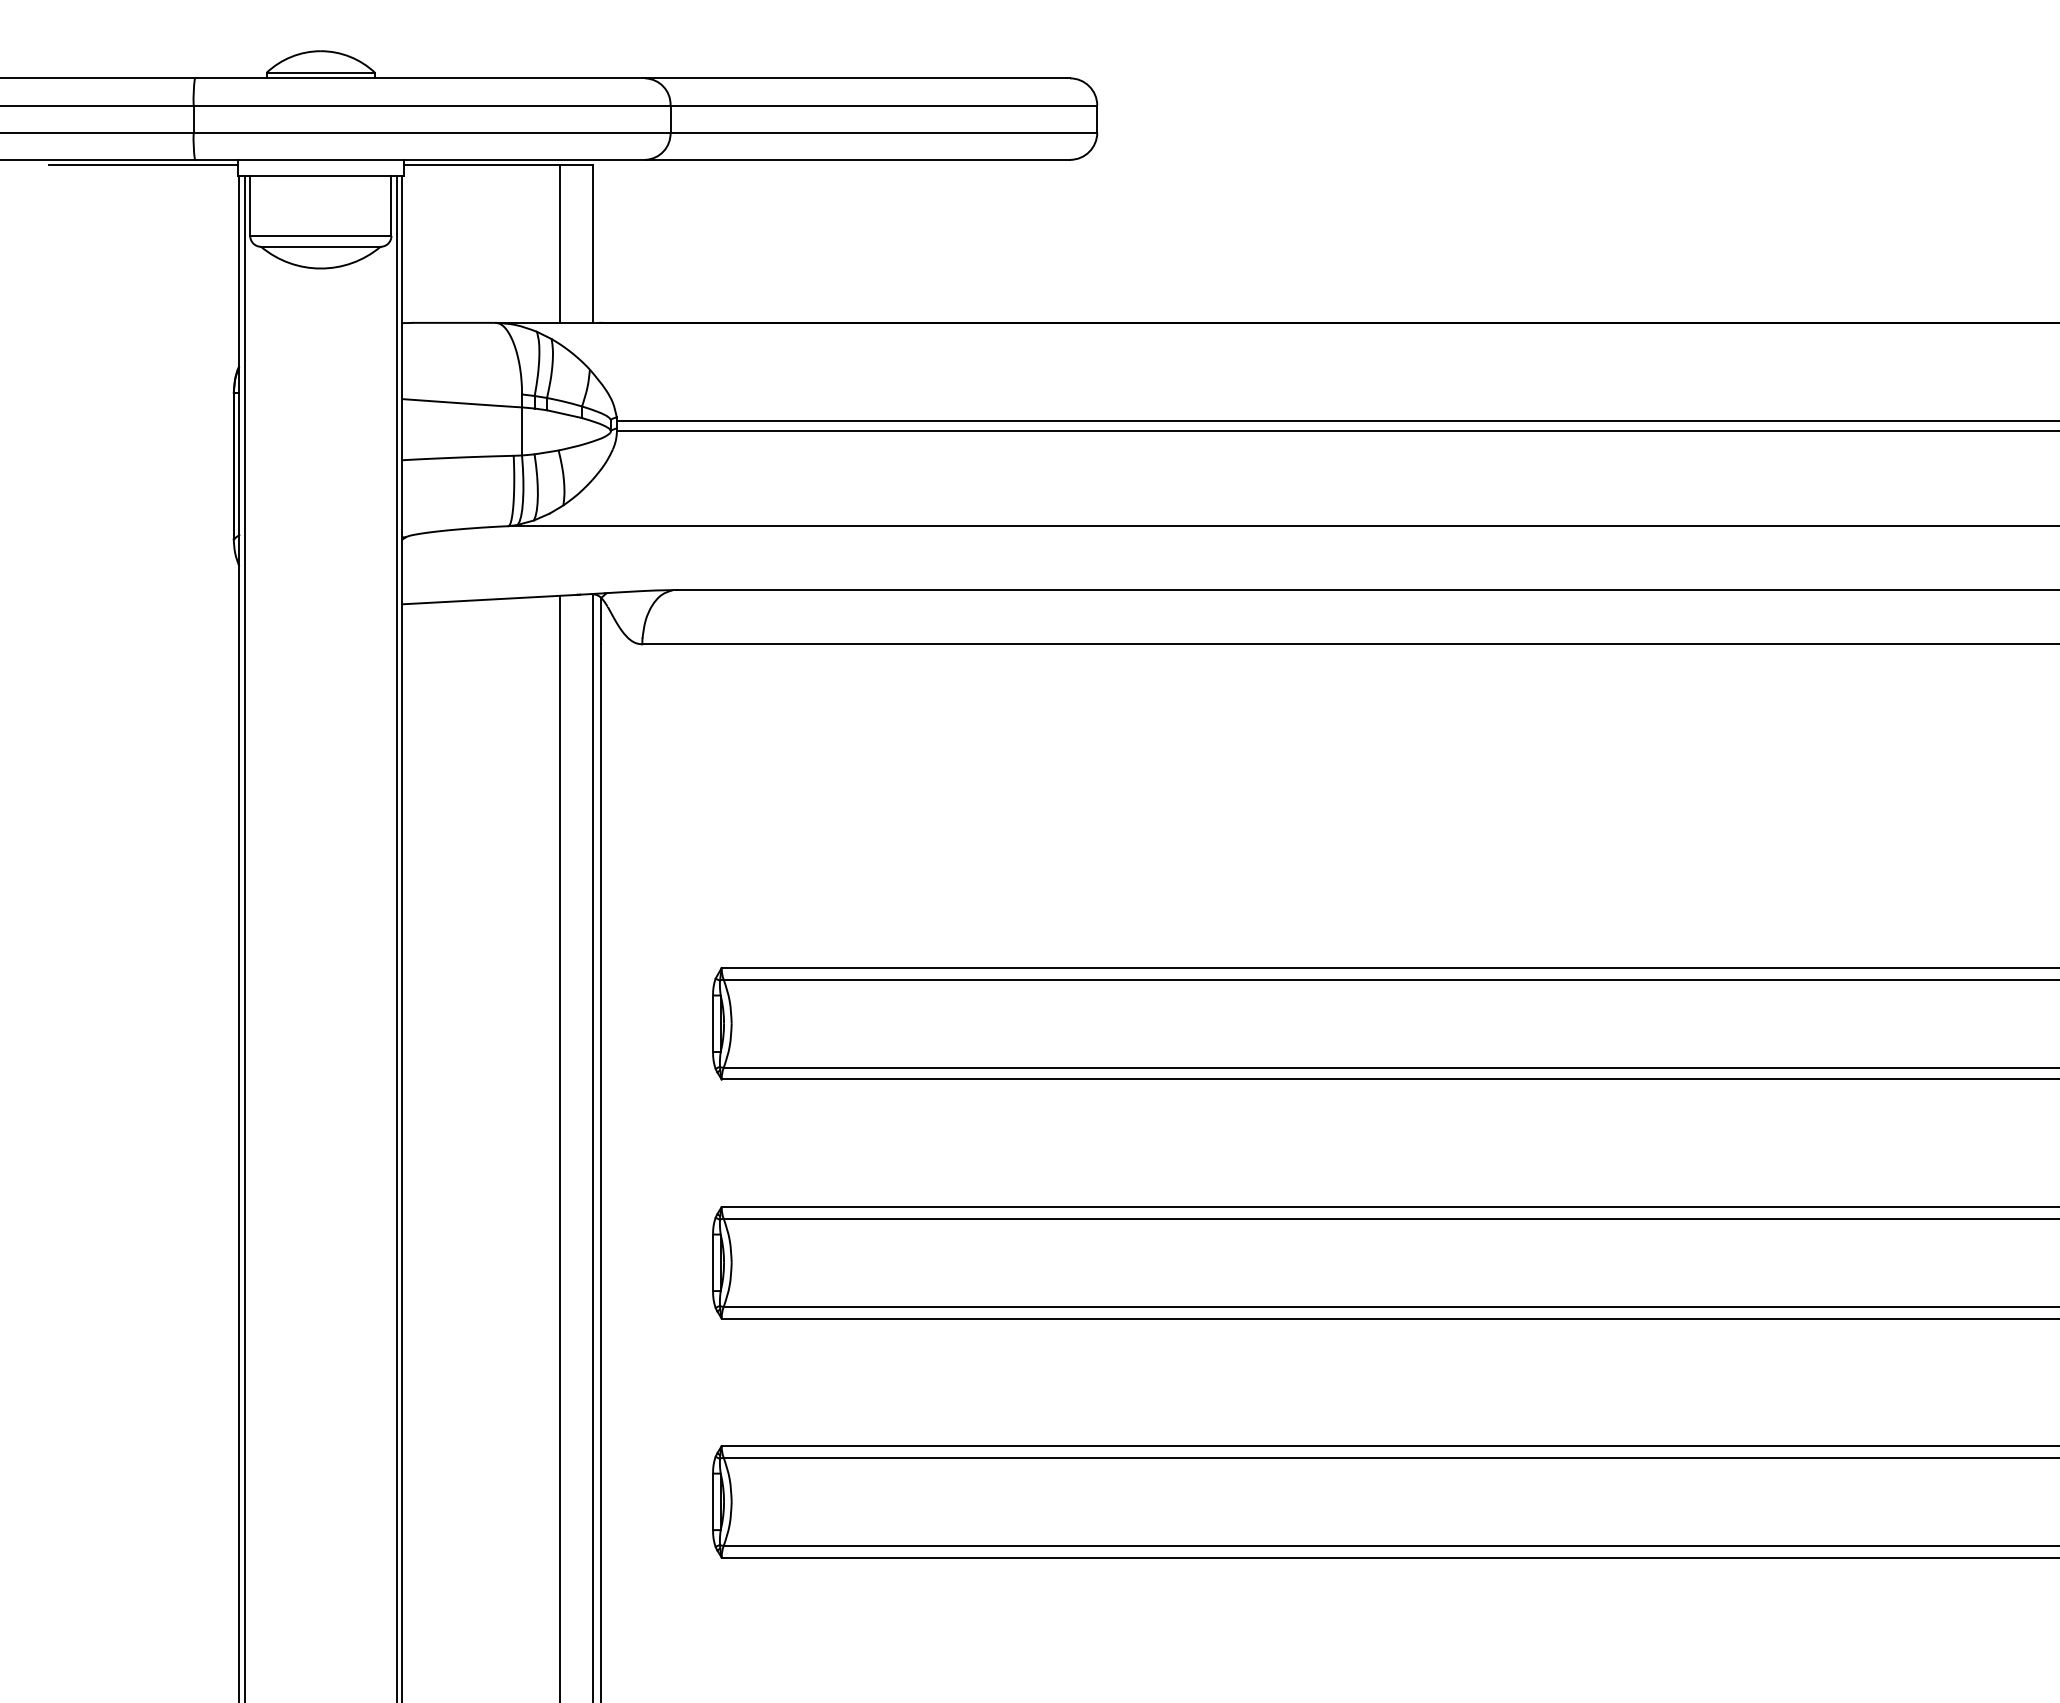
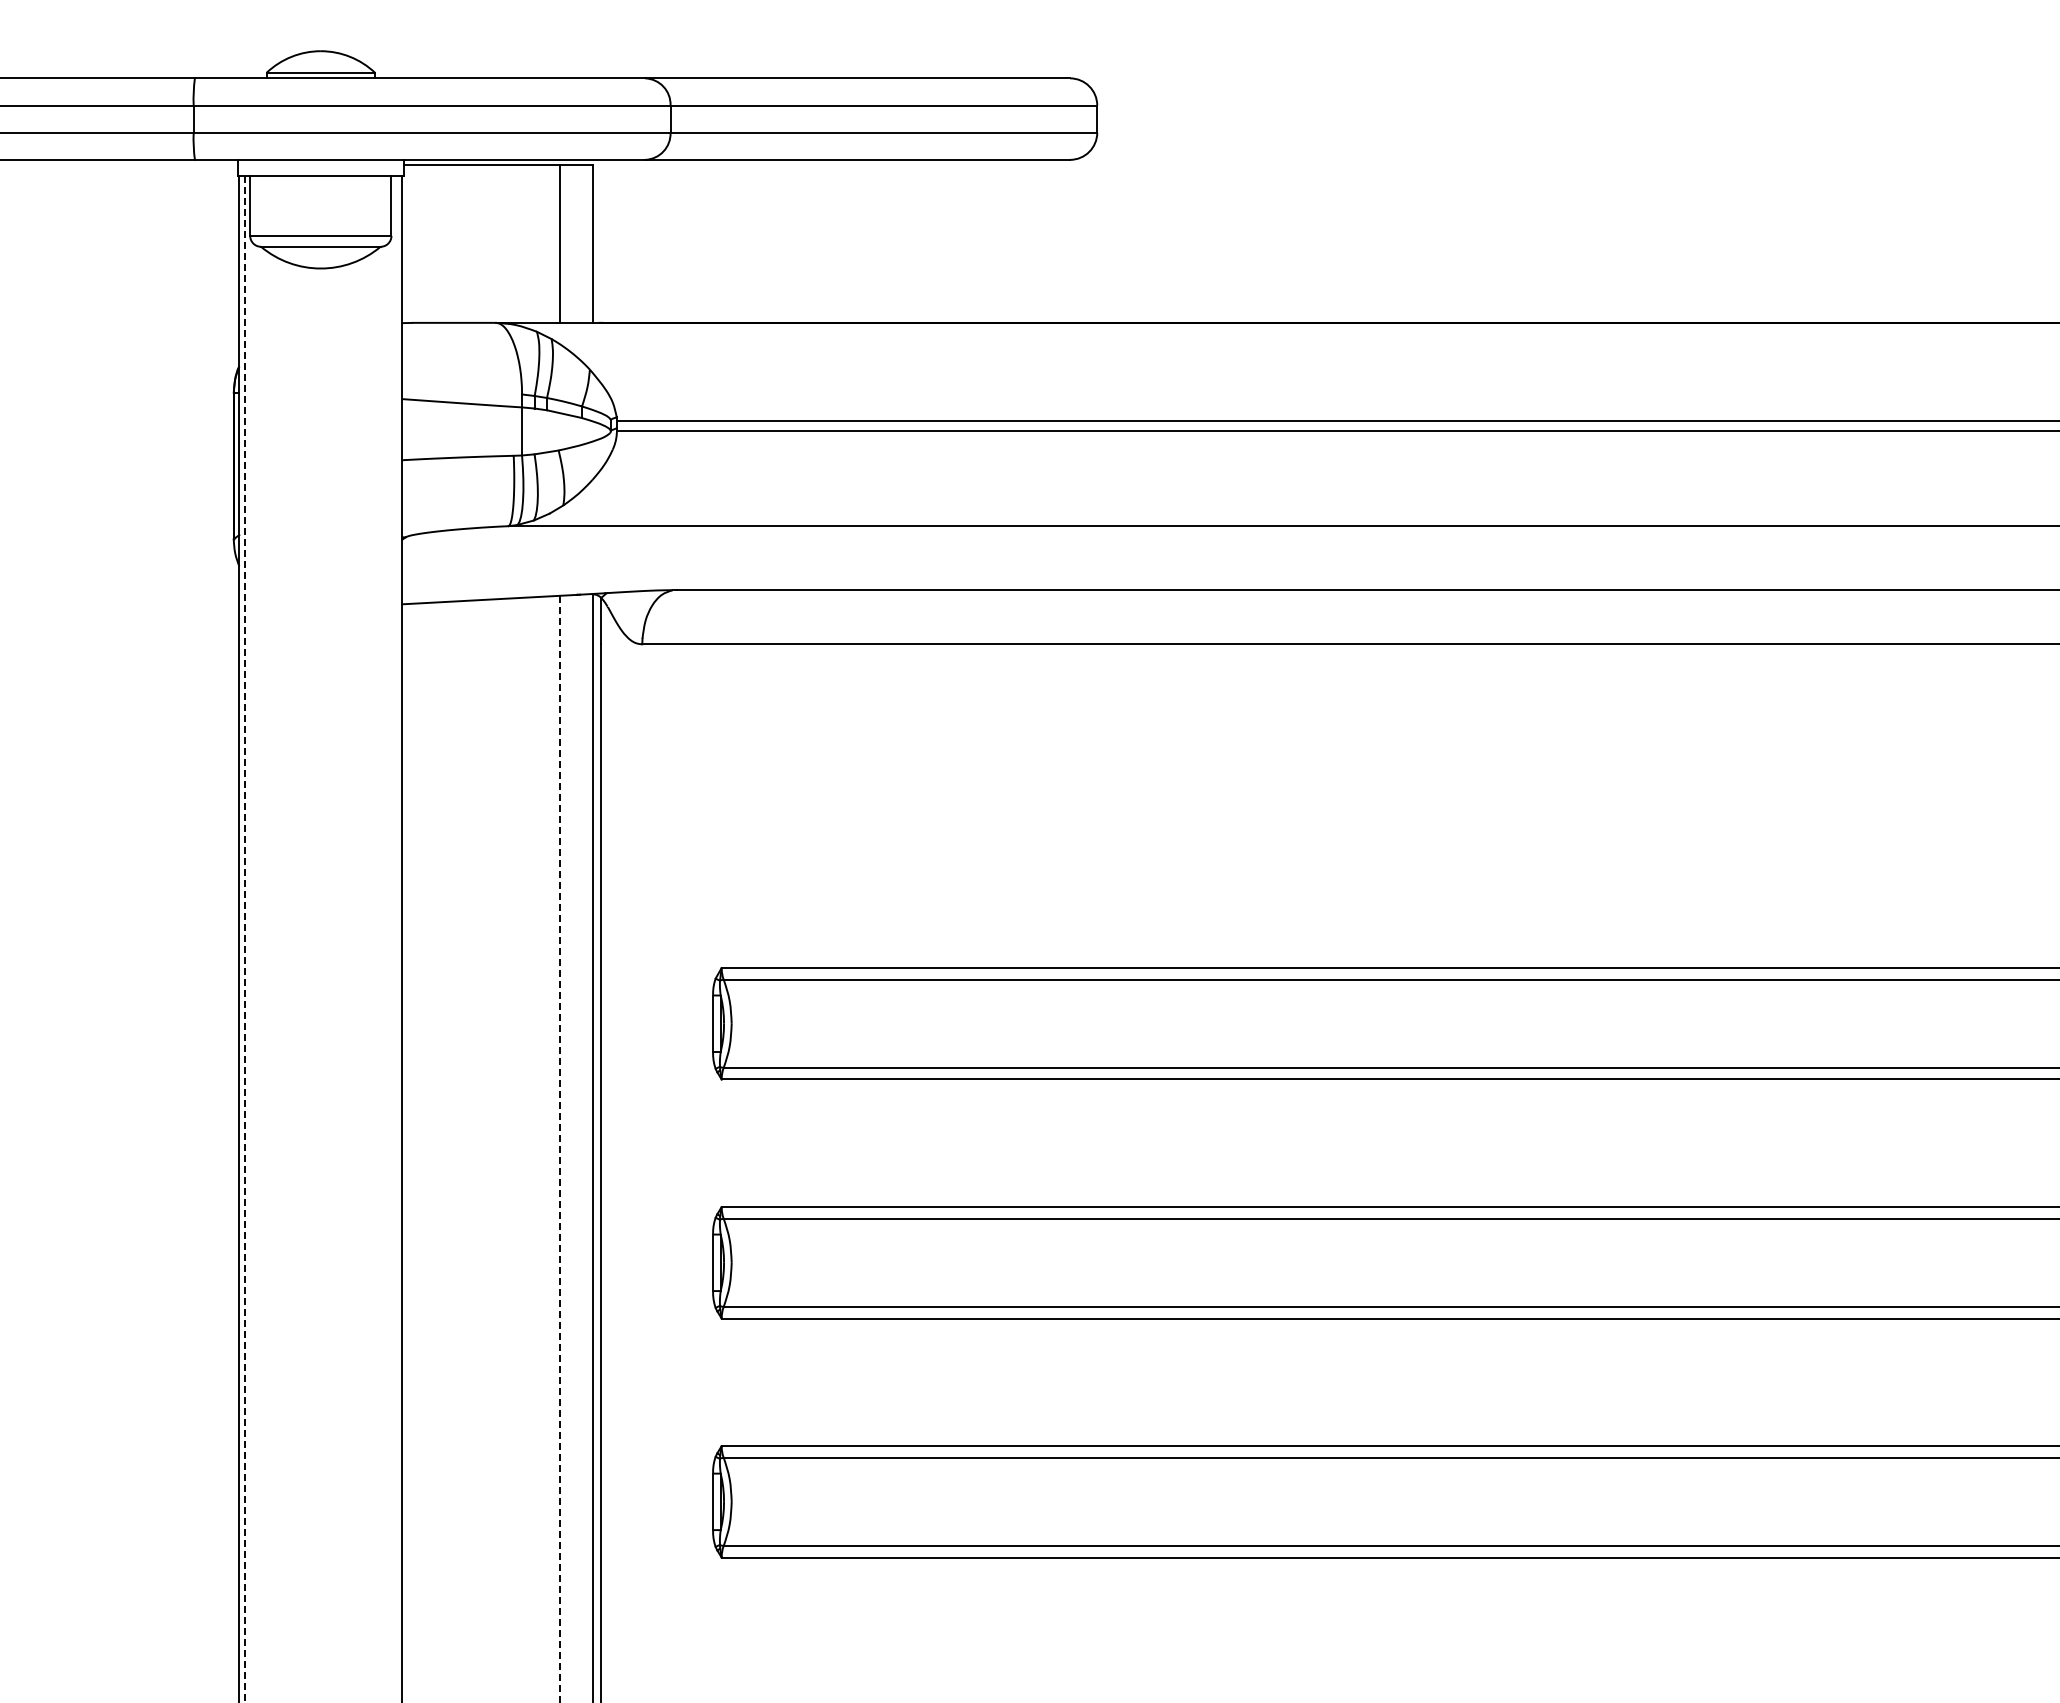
line at (143, 165): present -> none
line at (396, 937): present -> none
line at (244, 939): solid -> dashed
line at (559, 1148): solid -> dashed
